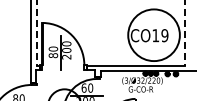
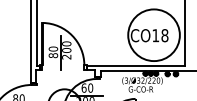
line at (37, 33): dashed -> solid
line at (184, 33): dashed -> solid
text at (164, 35): CO19 -> CO18
